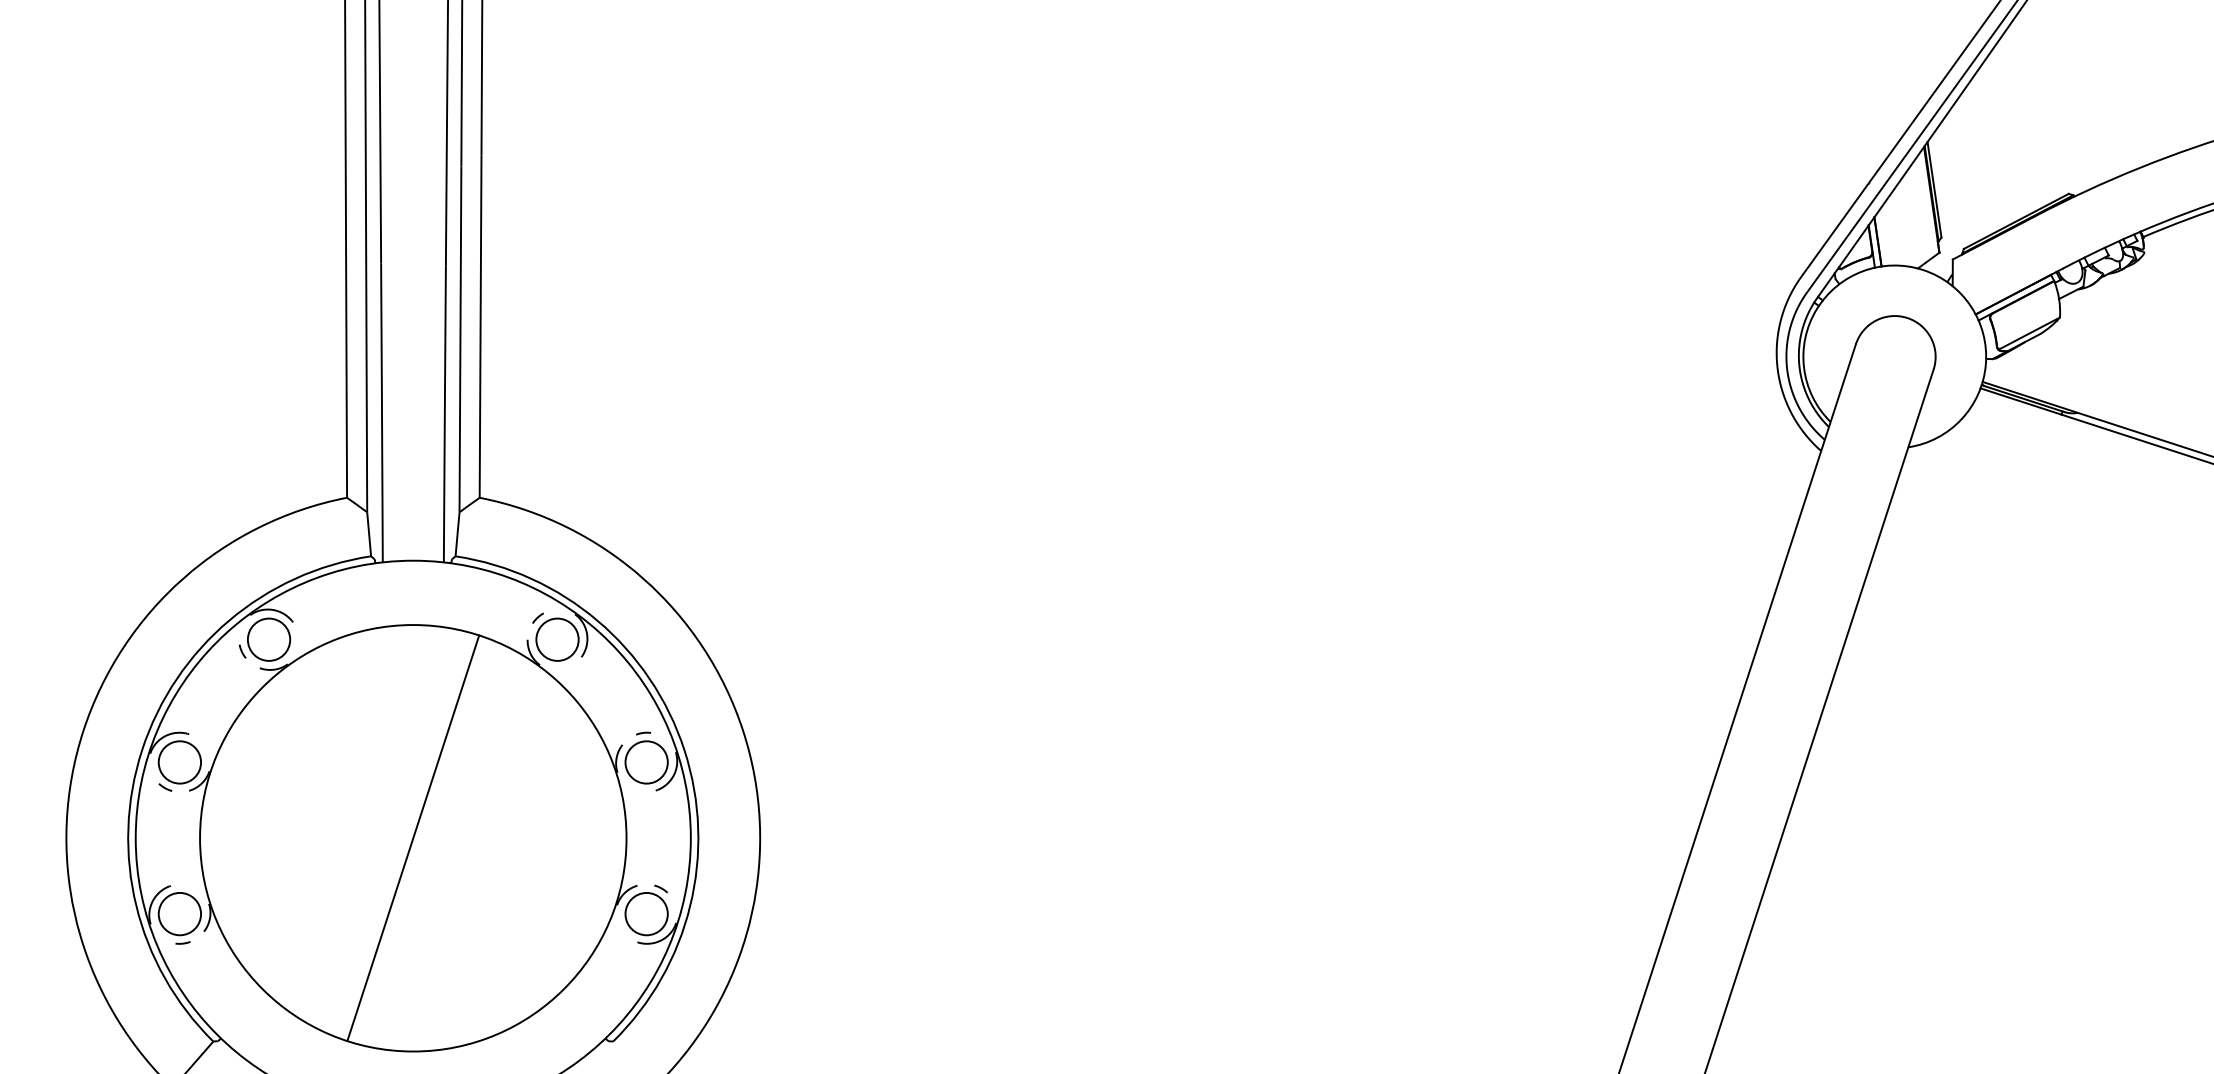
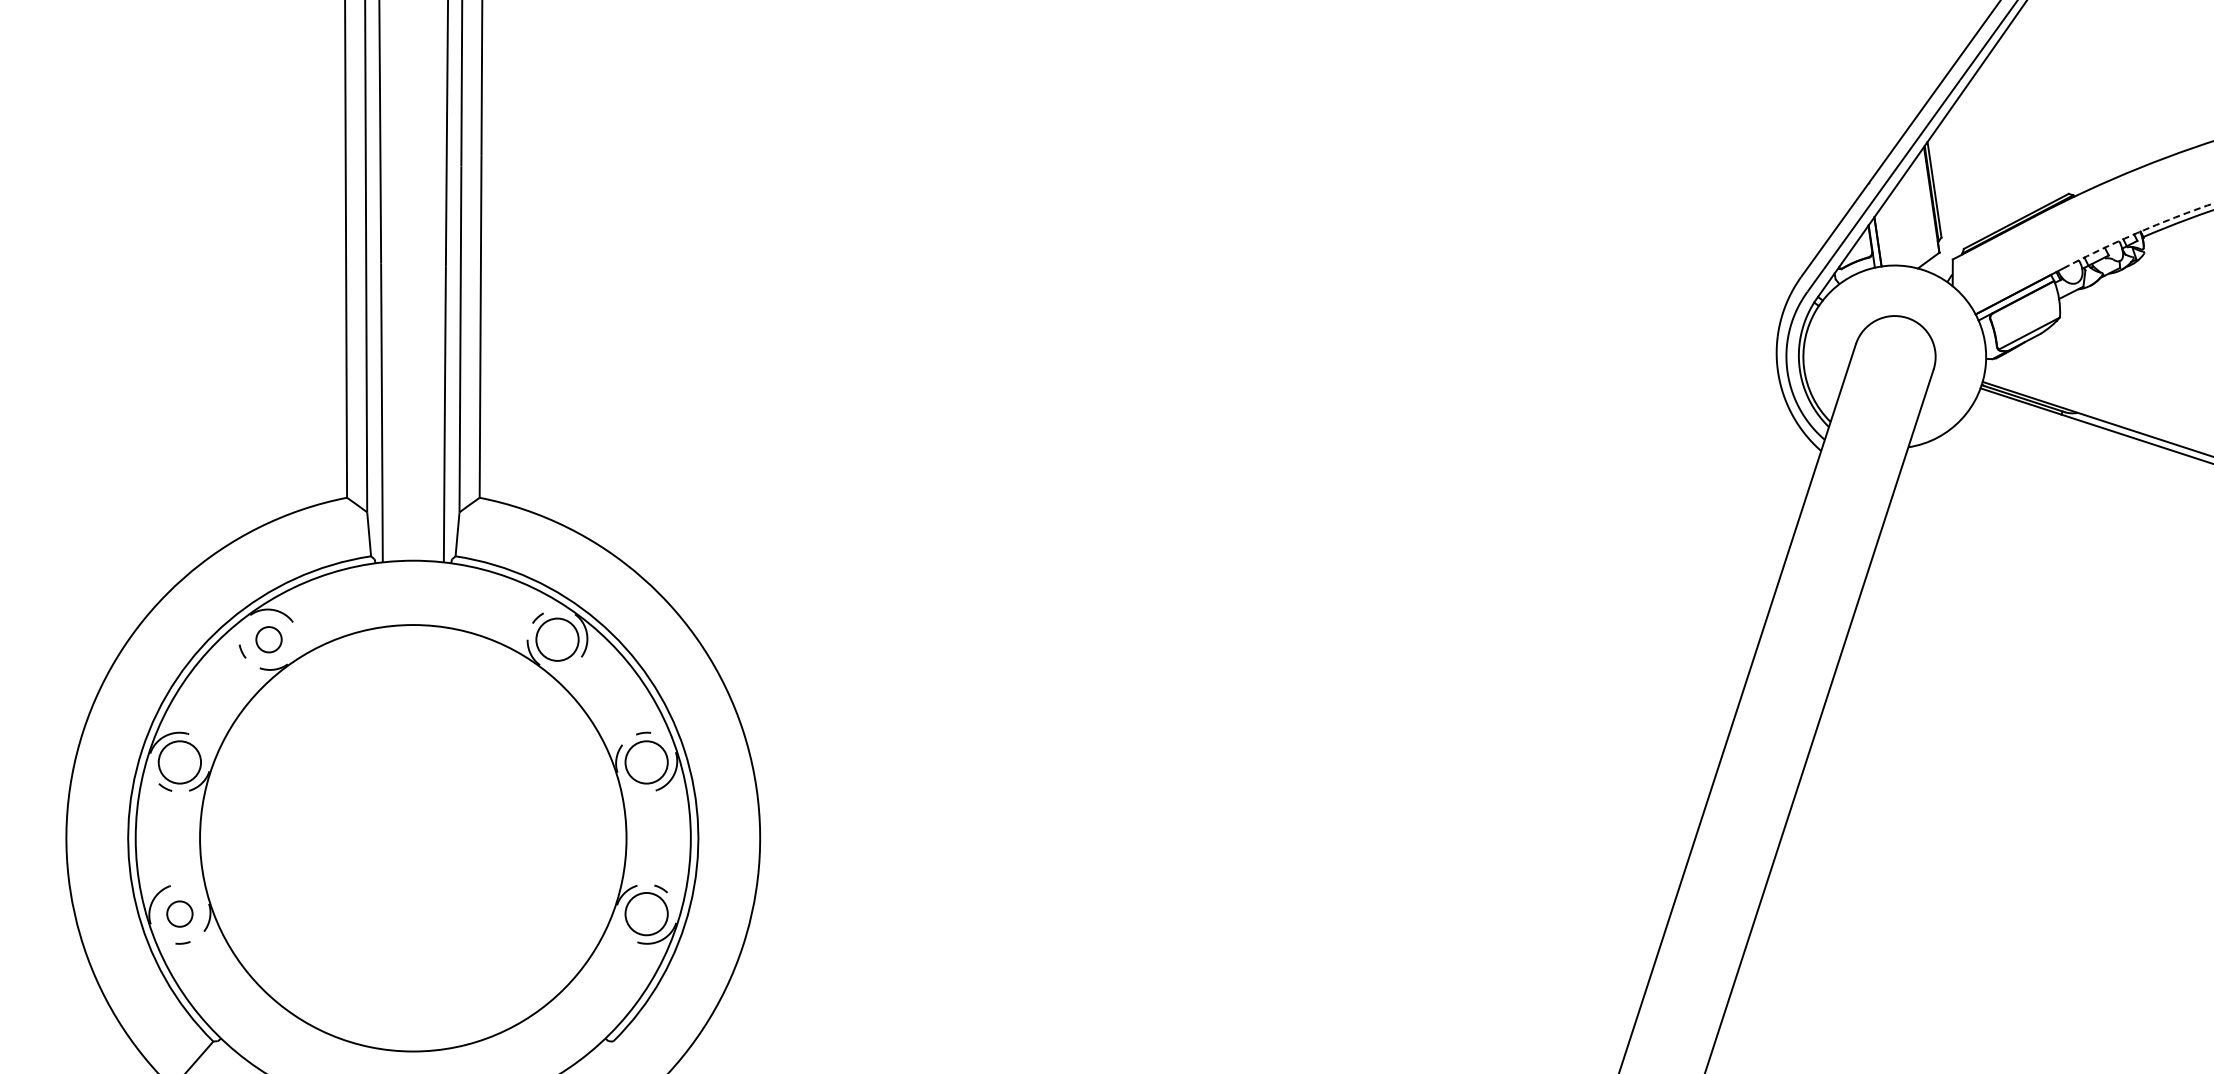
arc at (2137, 233): solid -> dashed
circle at (268, 639) diameter: 42 px -> 25 px
line at (413, 838): present -> none
circle at (179, 913) diameter: 42 px -> 25 px
